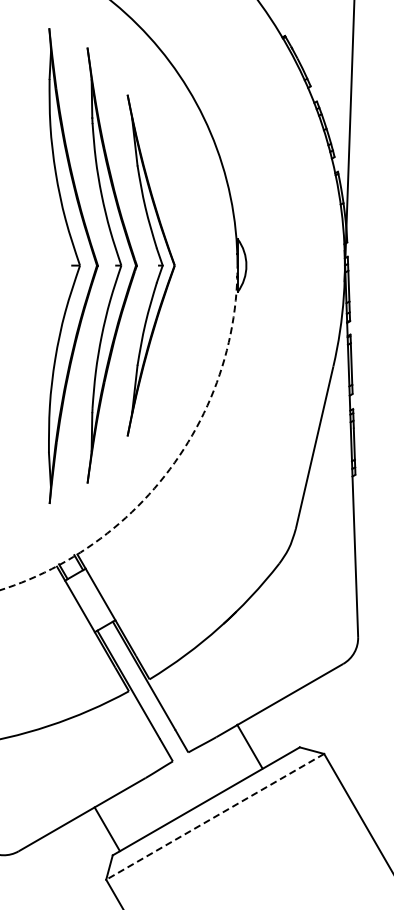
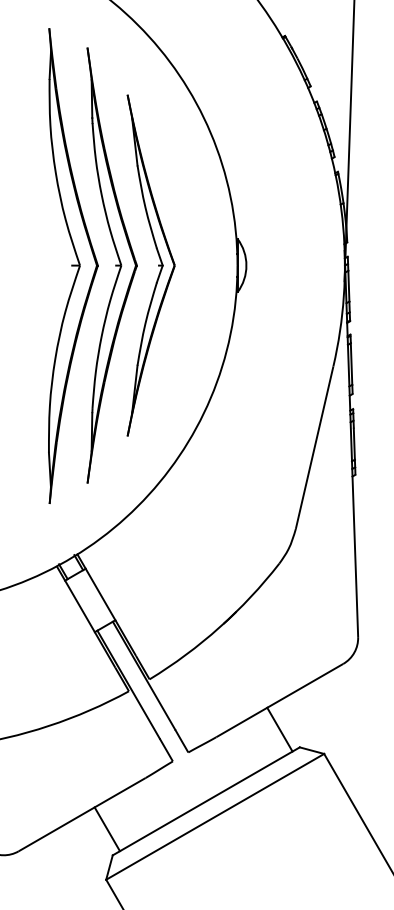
arc at (171, 467): dashed -> solid
line at (249, 746) position: (249, 746) -> (279, 729)
line at (215, 816): dashed -> solid
